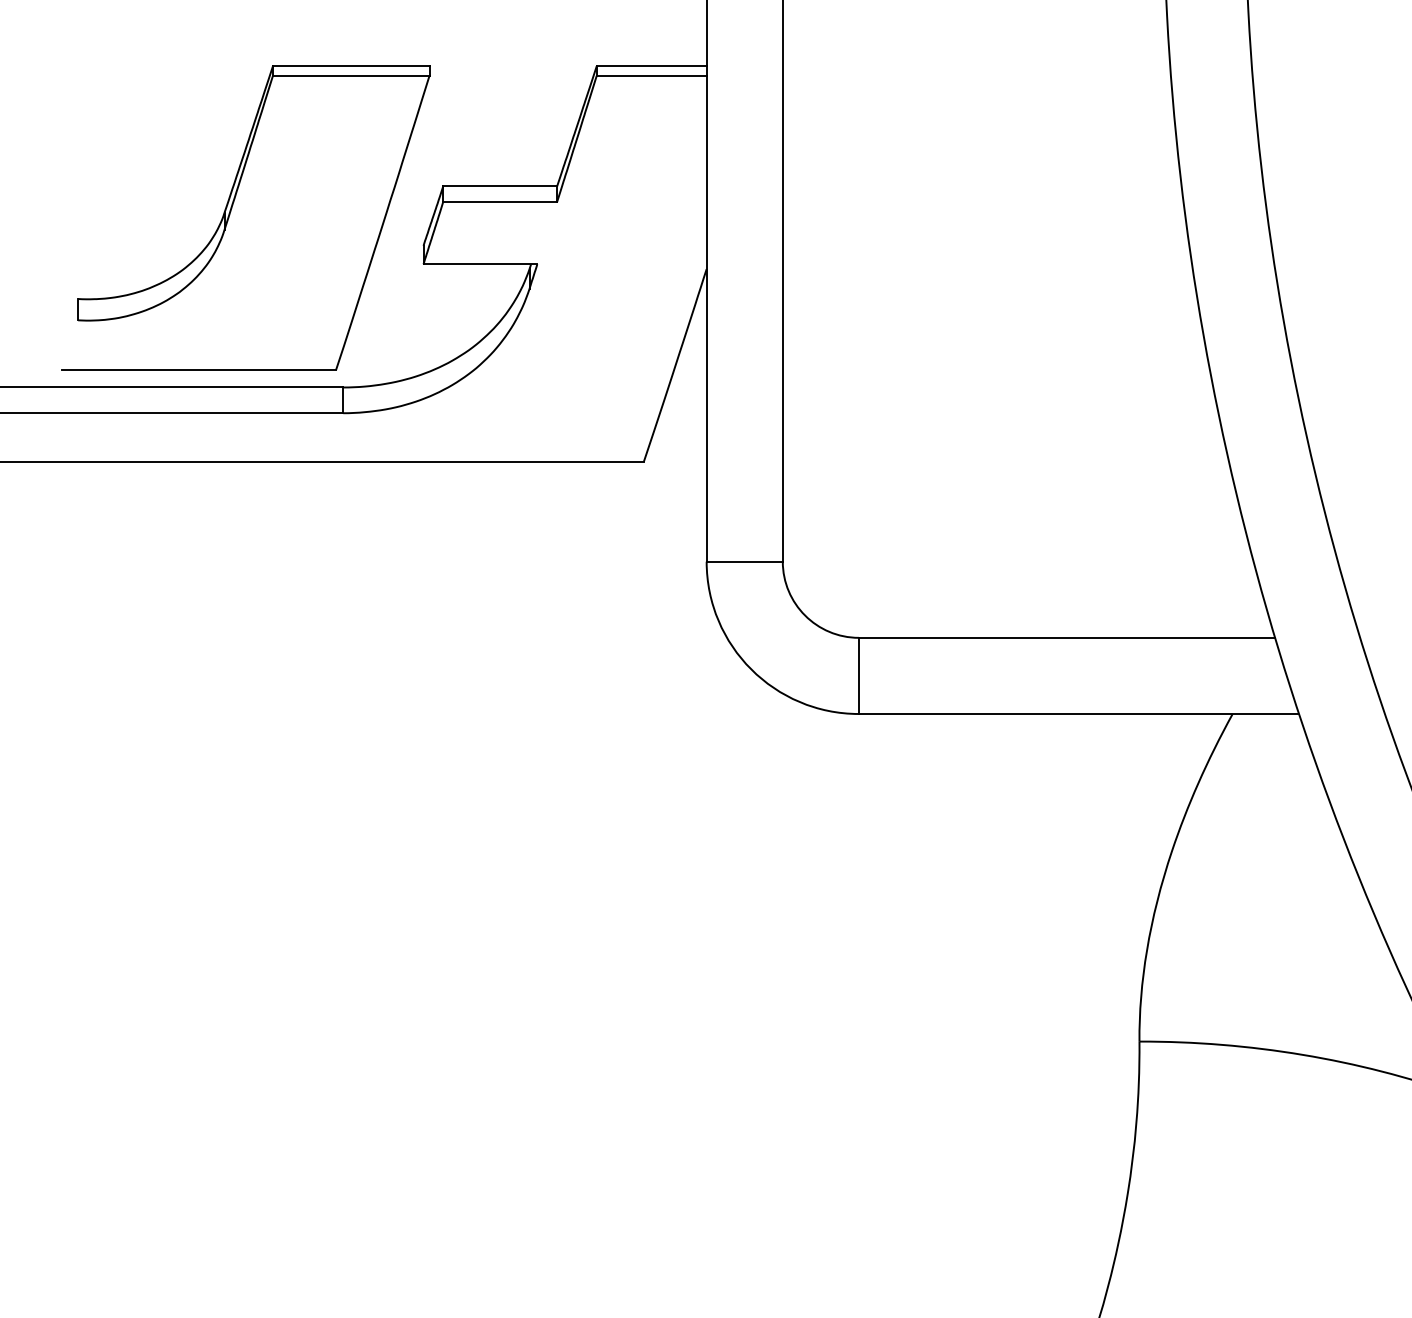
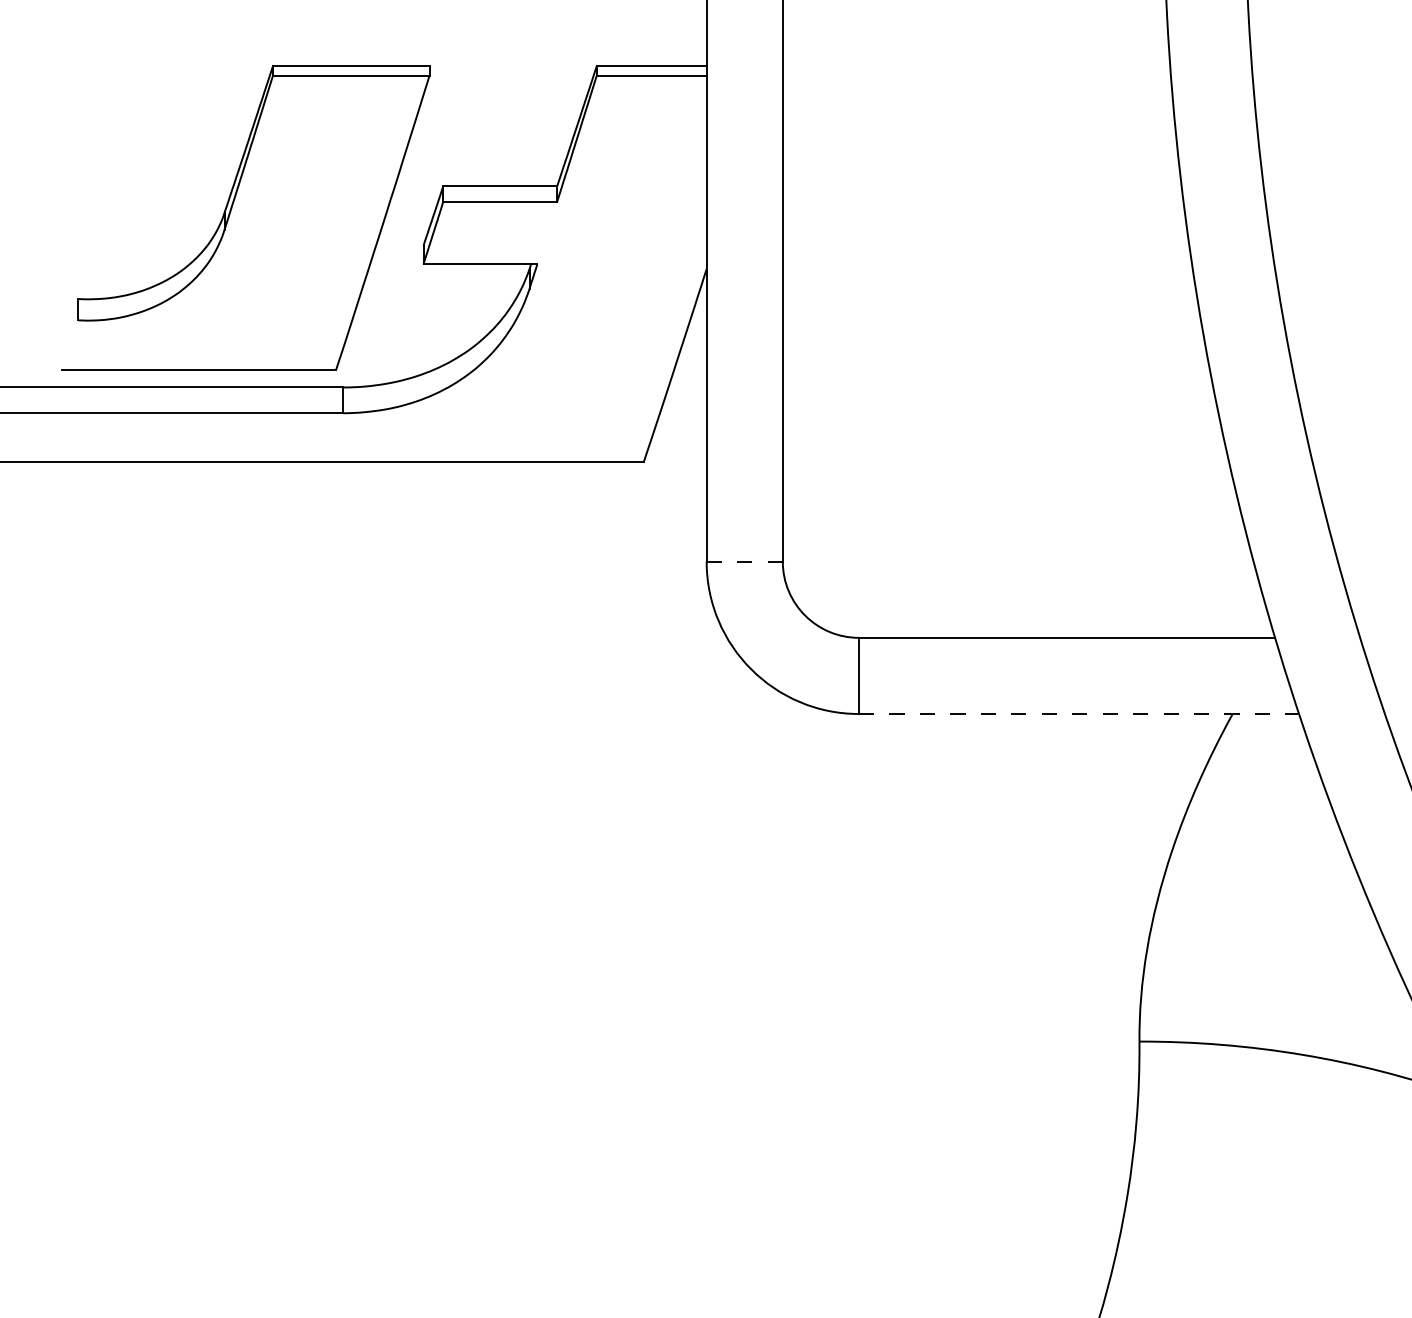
line at (745, 561): solid -> dashed
line at (1078, 714): solid -> dashed
